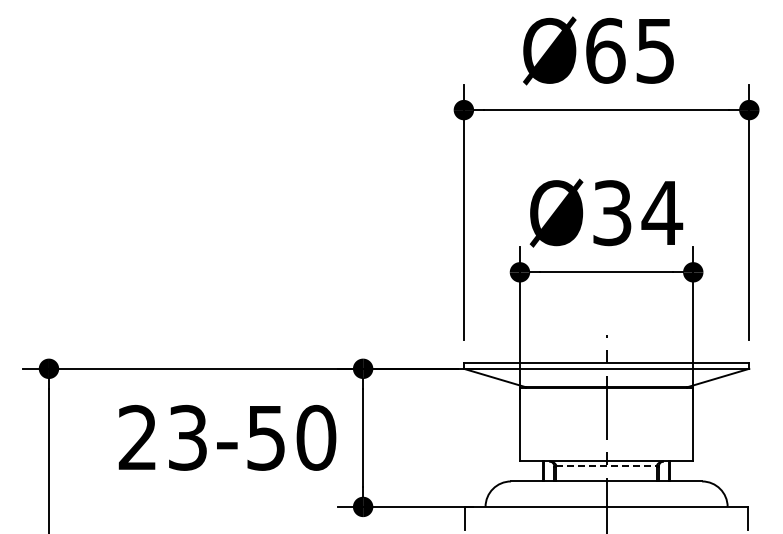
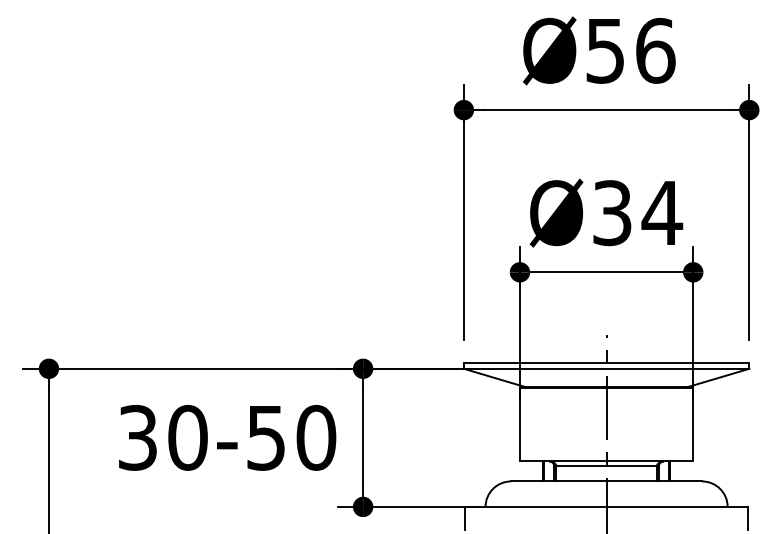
text at (630, 50): Ø65 -> Ø56
text at (162, 437): 23-50 -> 30-50
line at (607, 465): dashed -> solid
